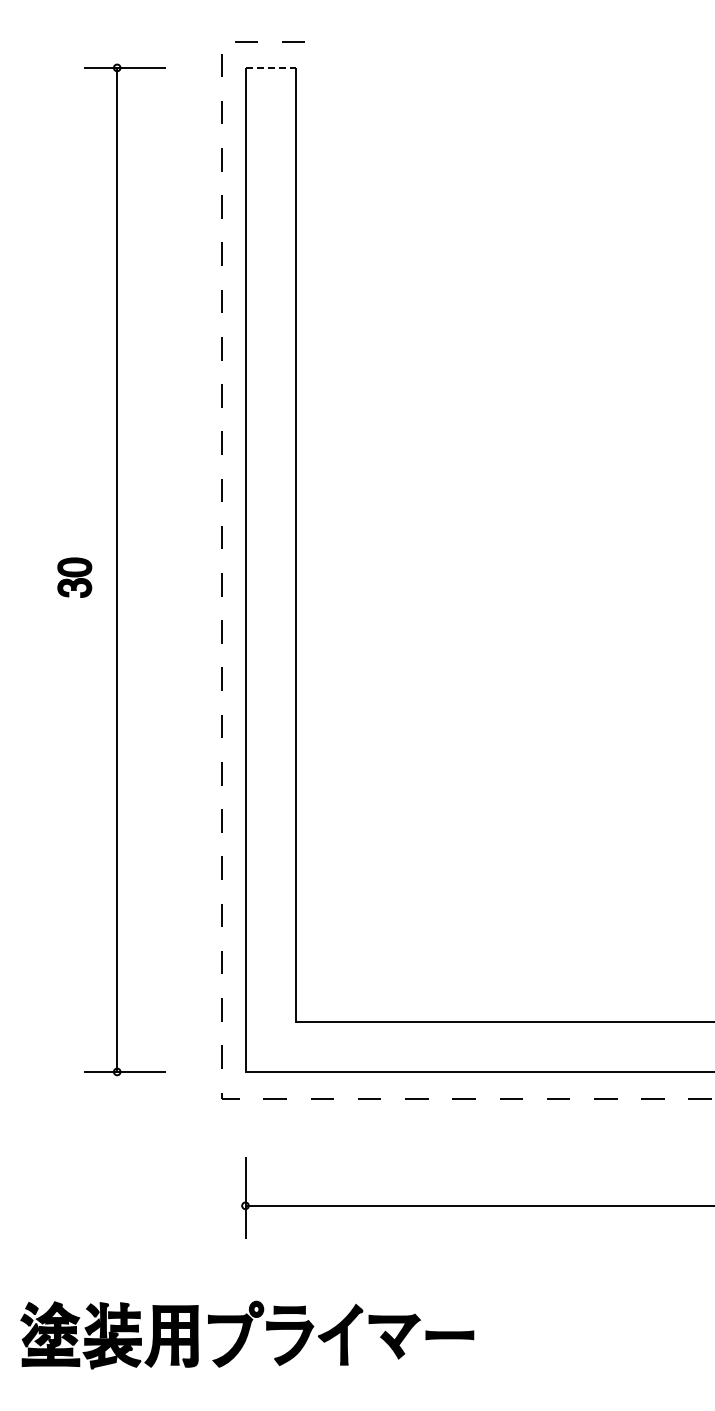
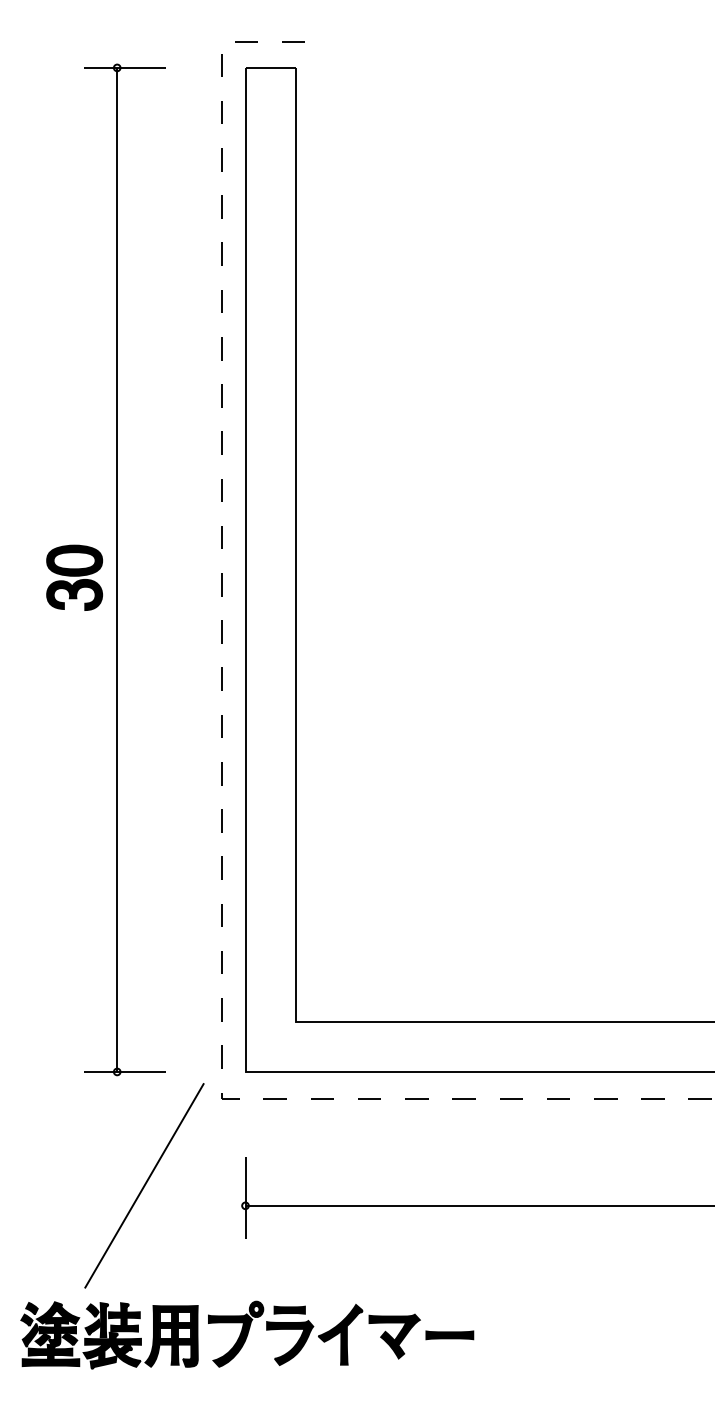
line at (271, 67): dashed -> solid
part at (74, 577) size: 36x41 px -> 58x67 px
line at (144, 1185): none -> present
